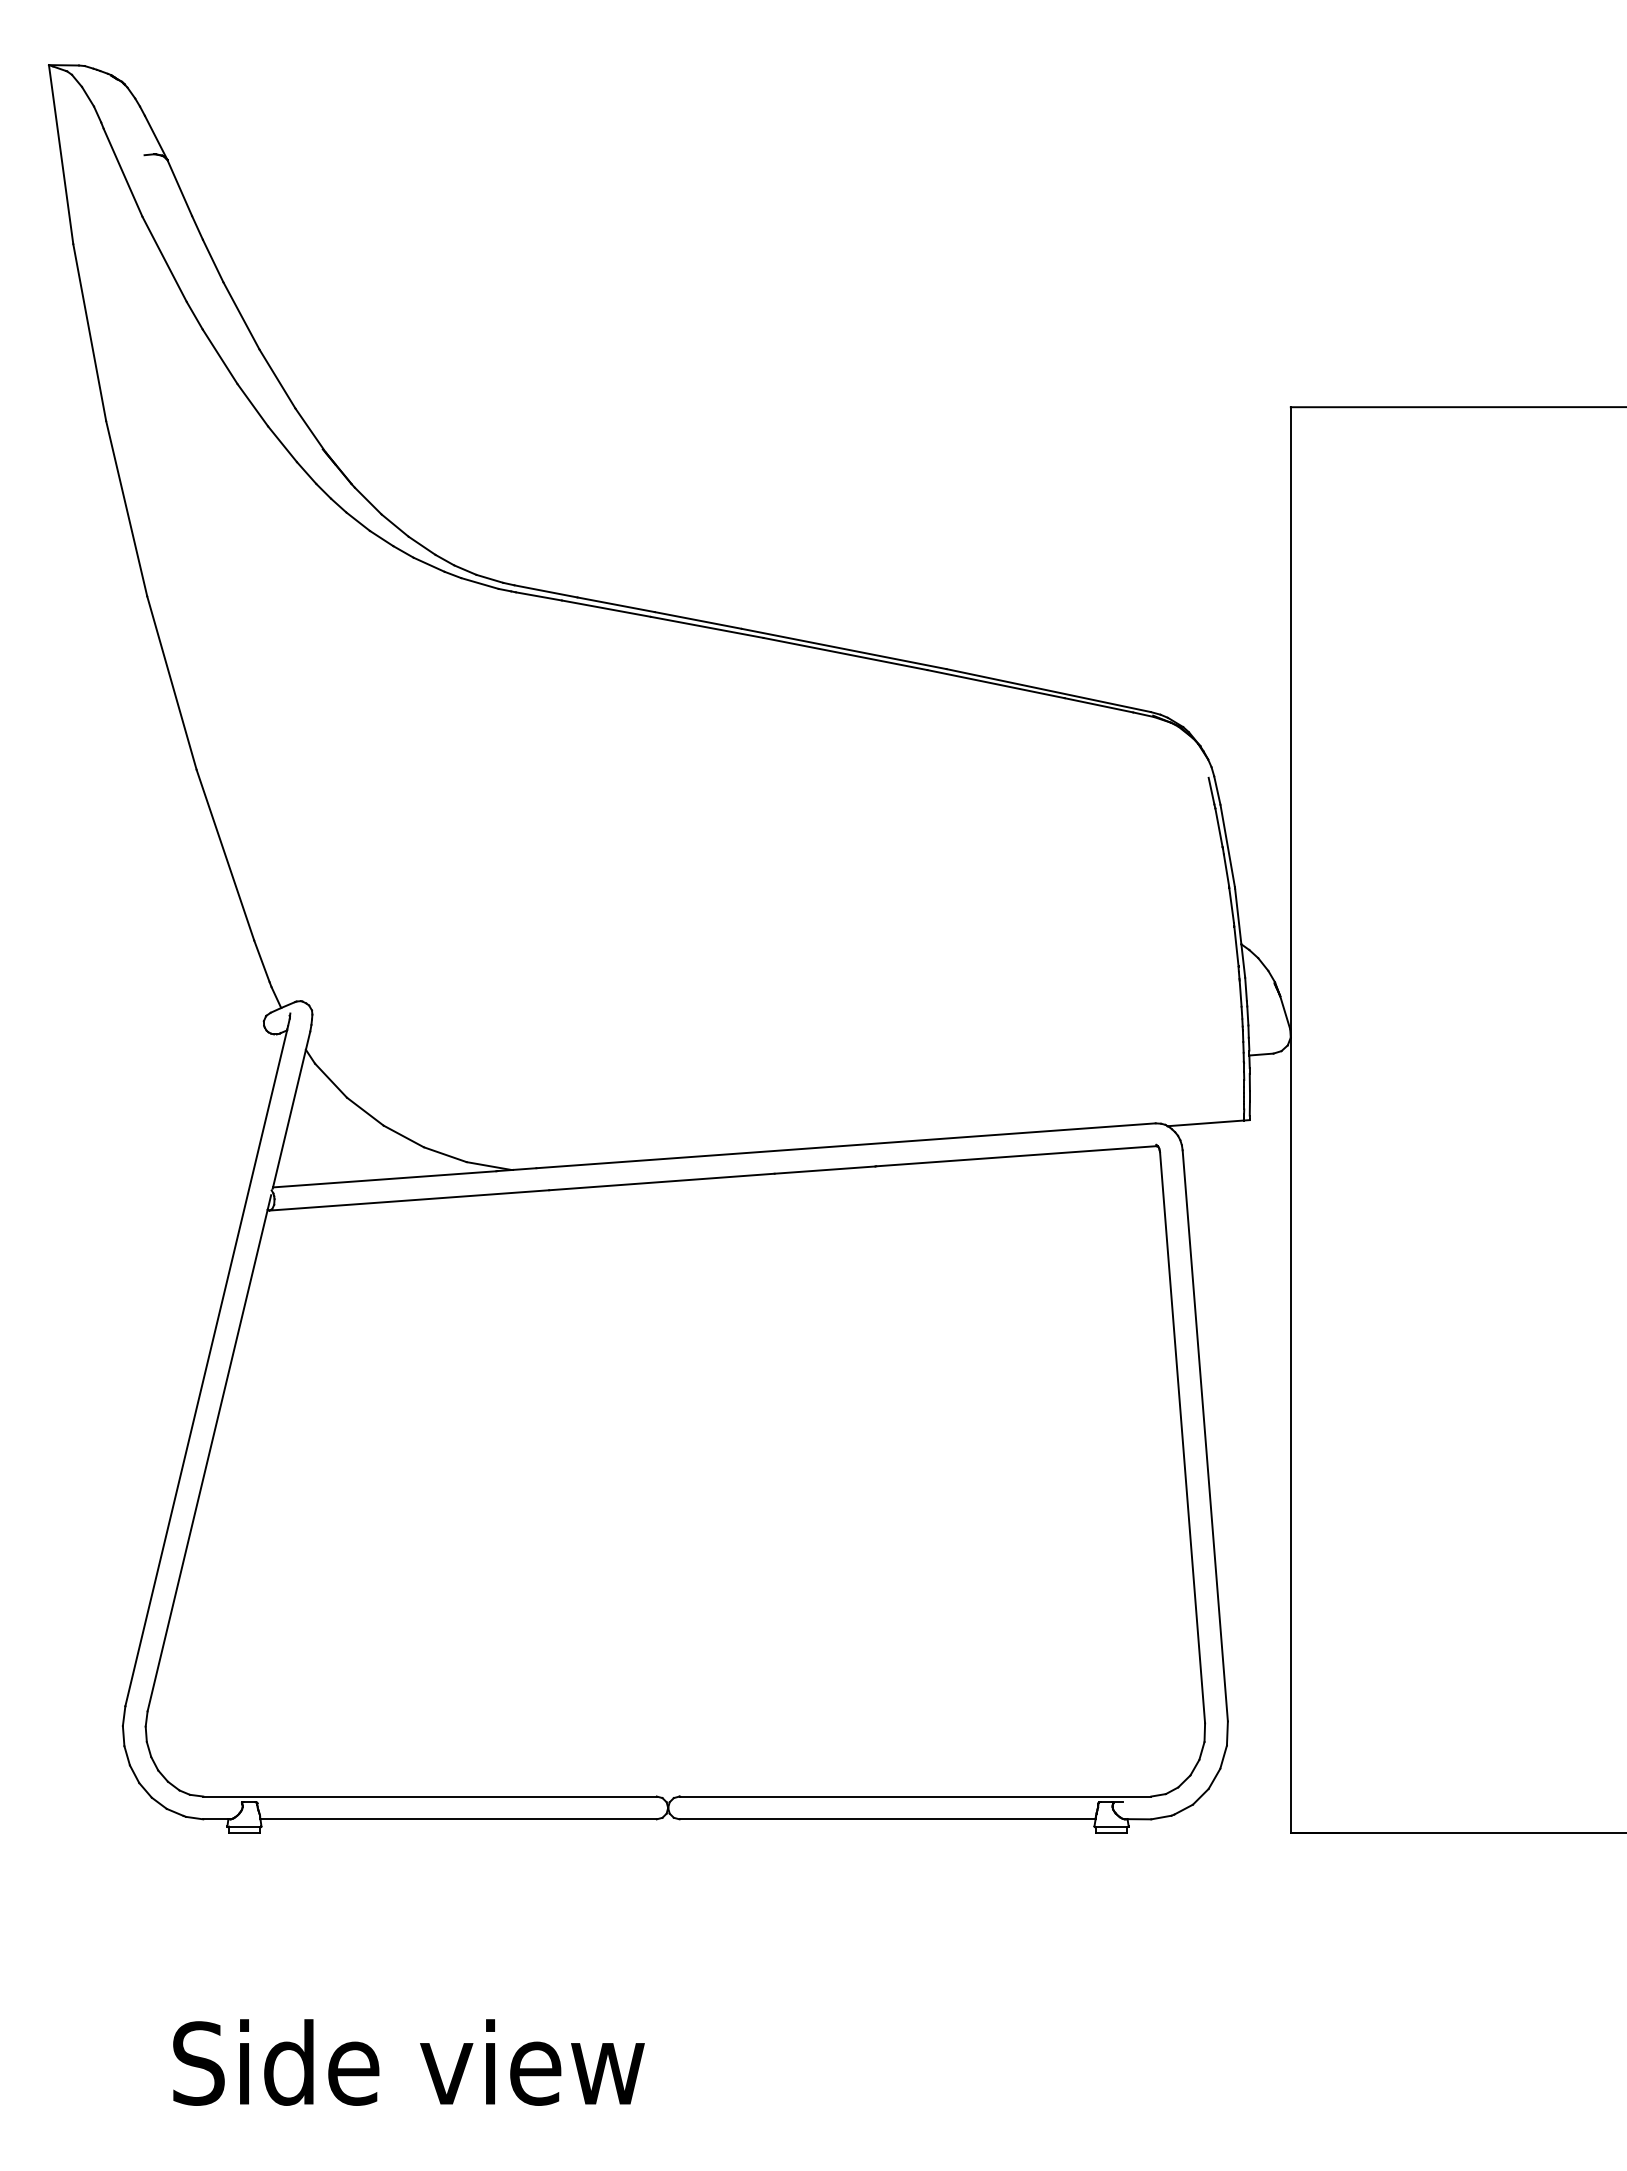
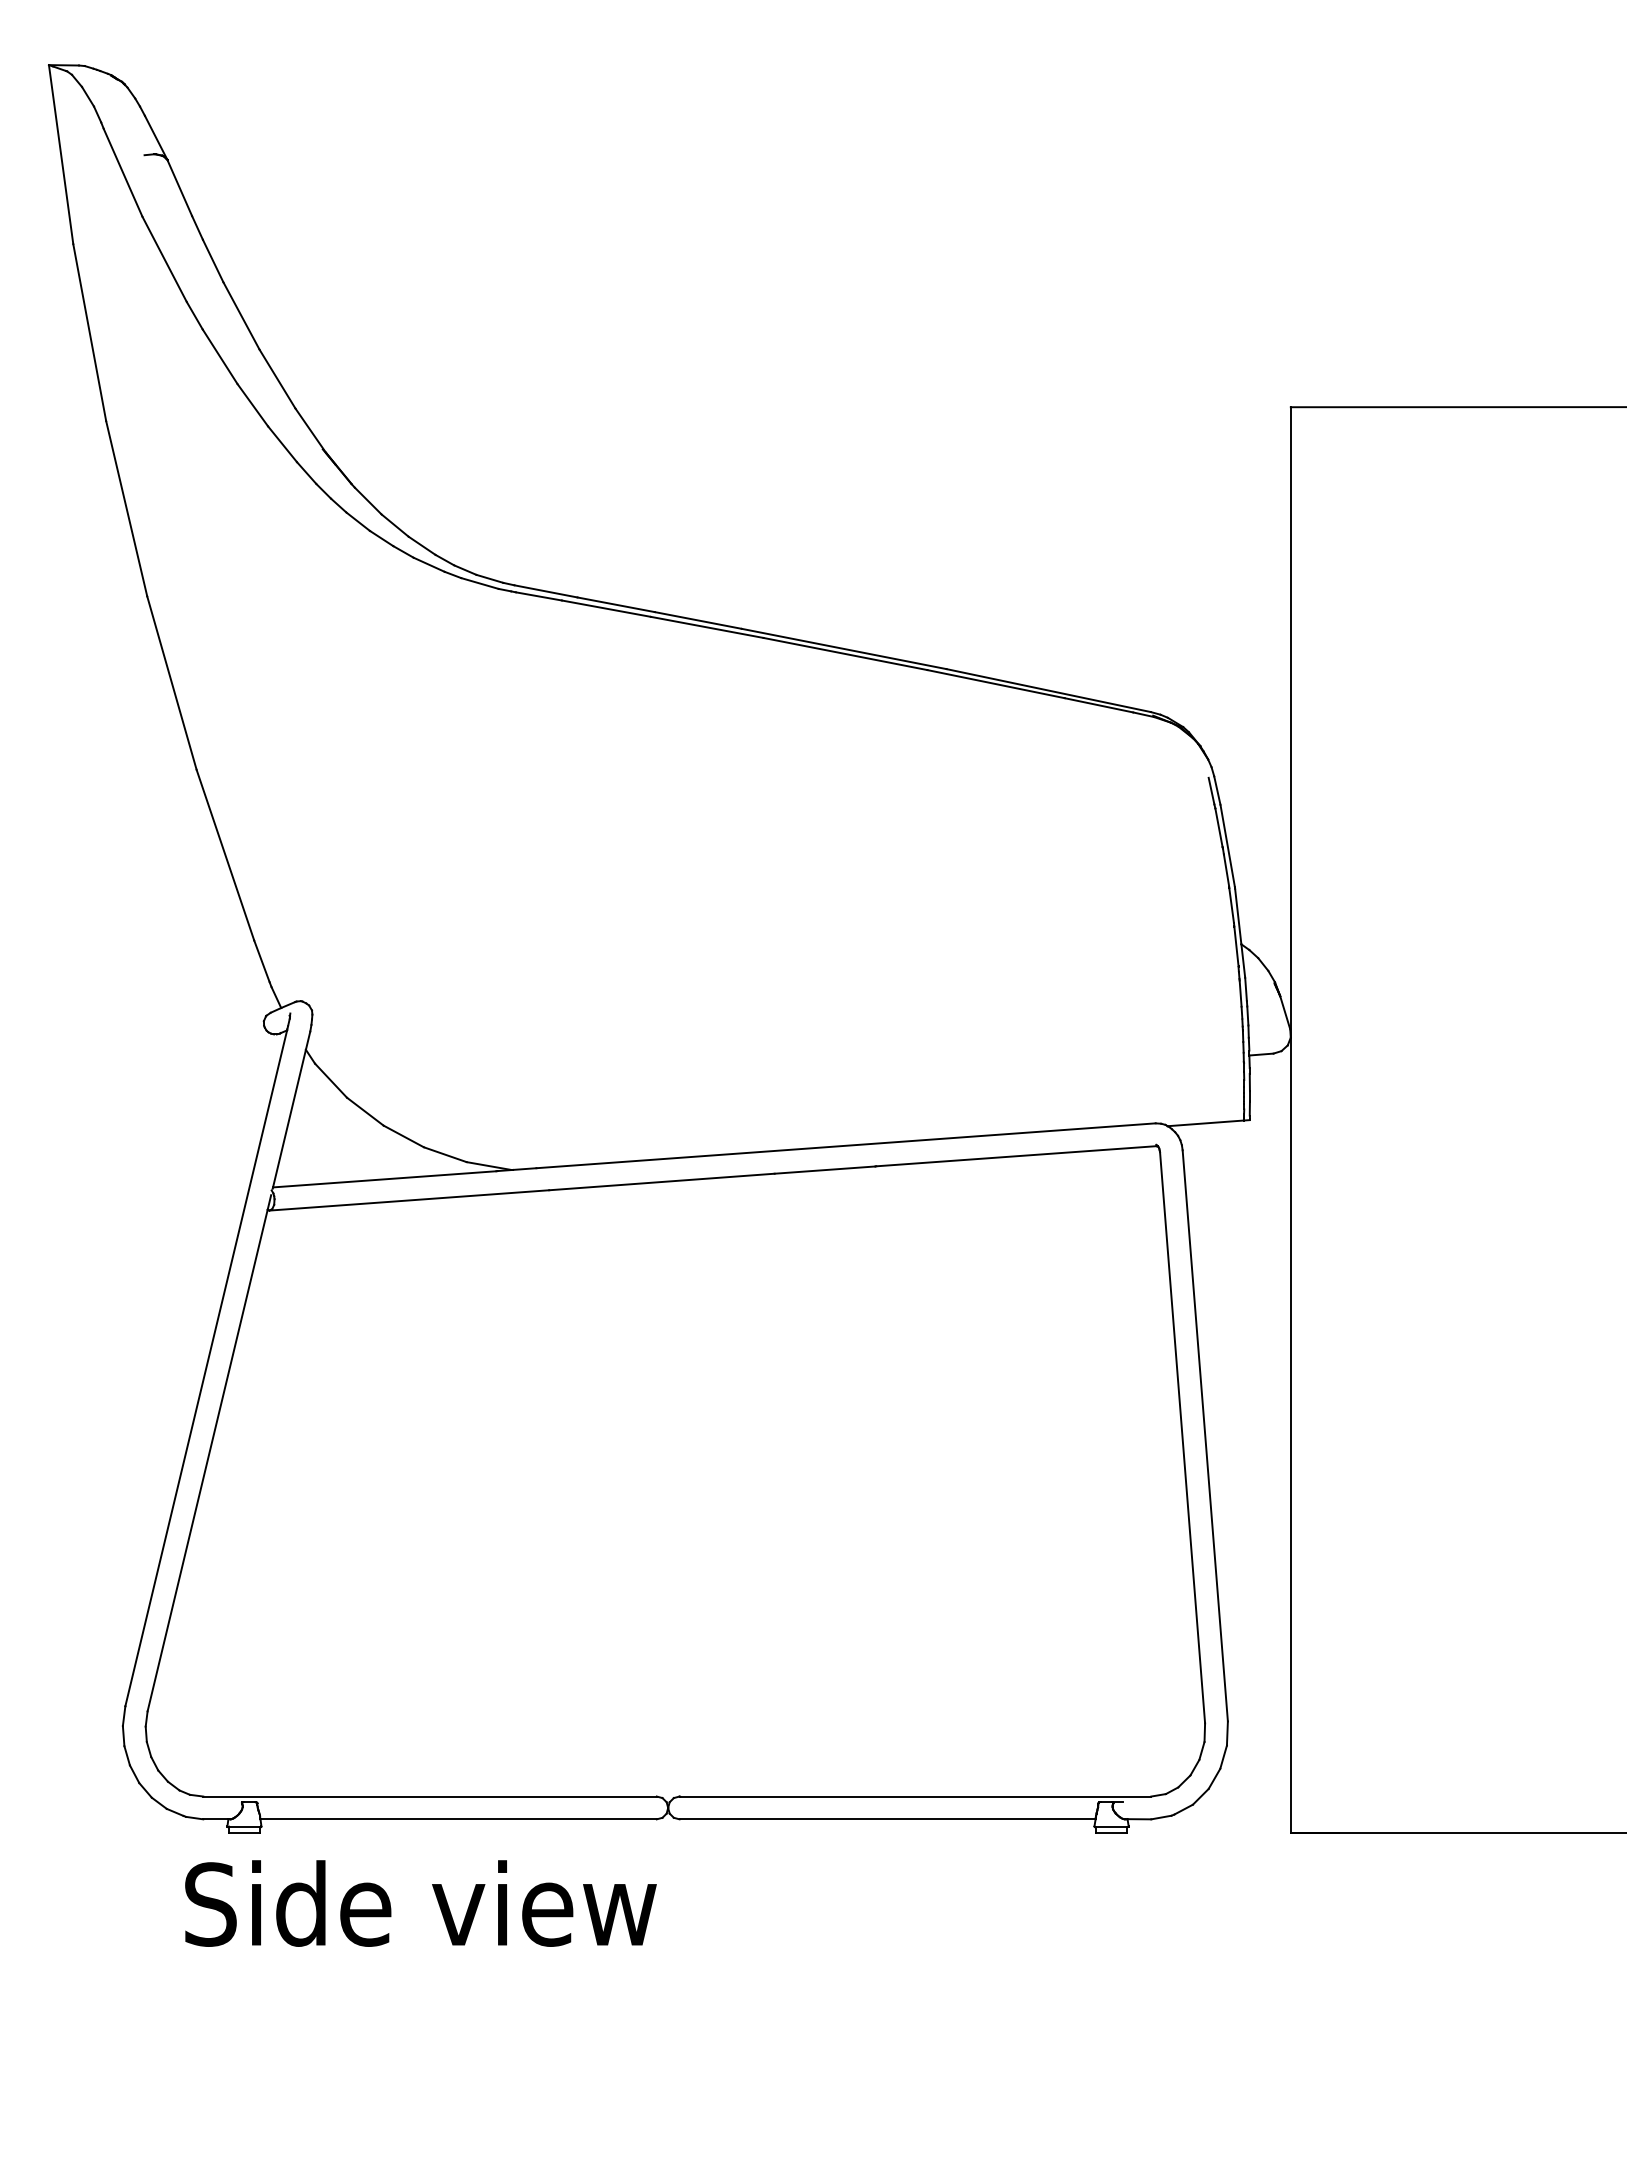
text at (408, 2062) position: (408, 2062) -> (420, 1903)
